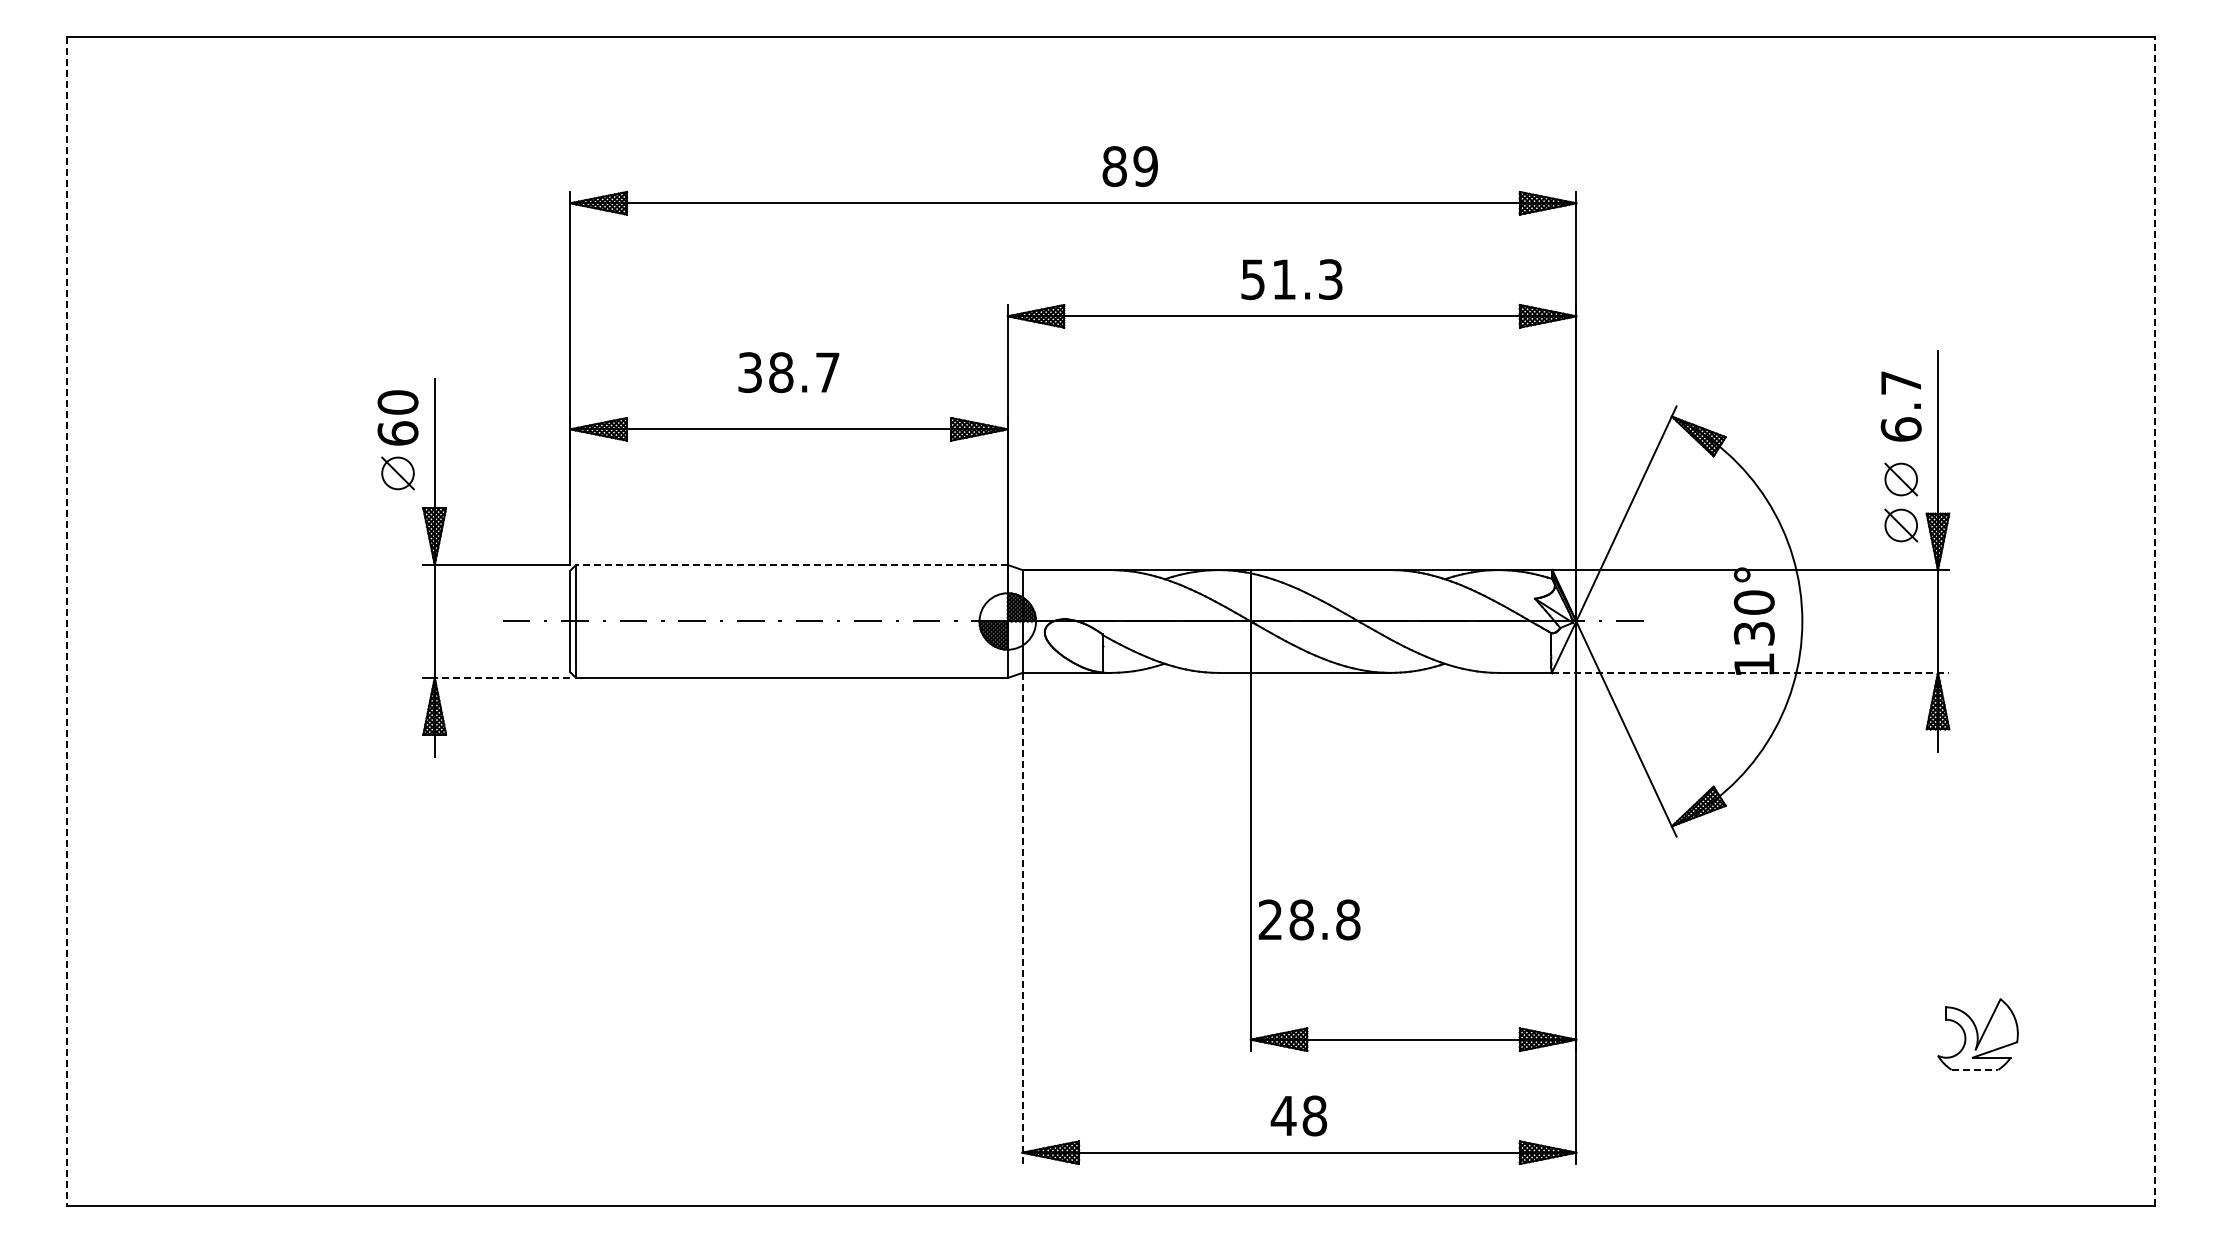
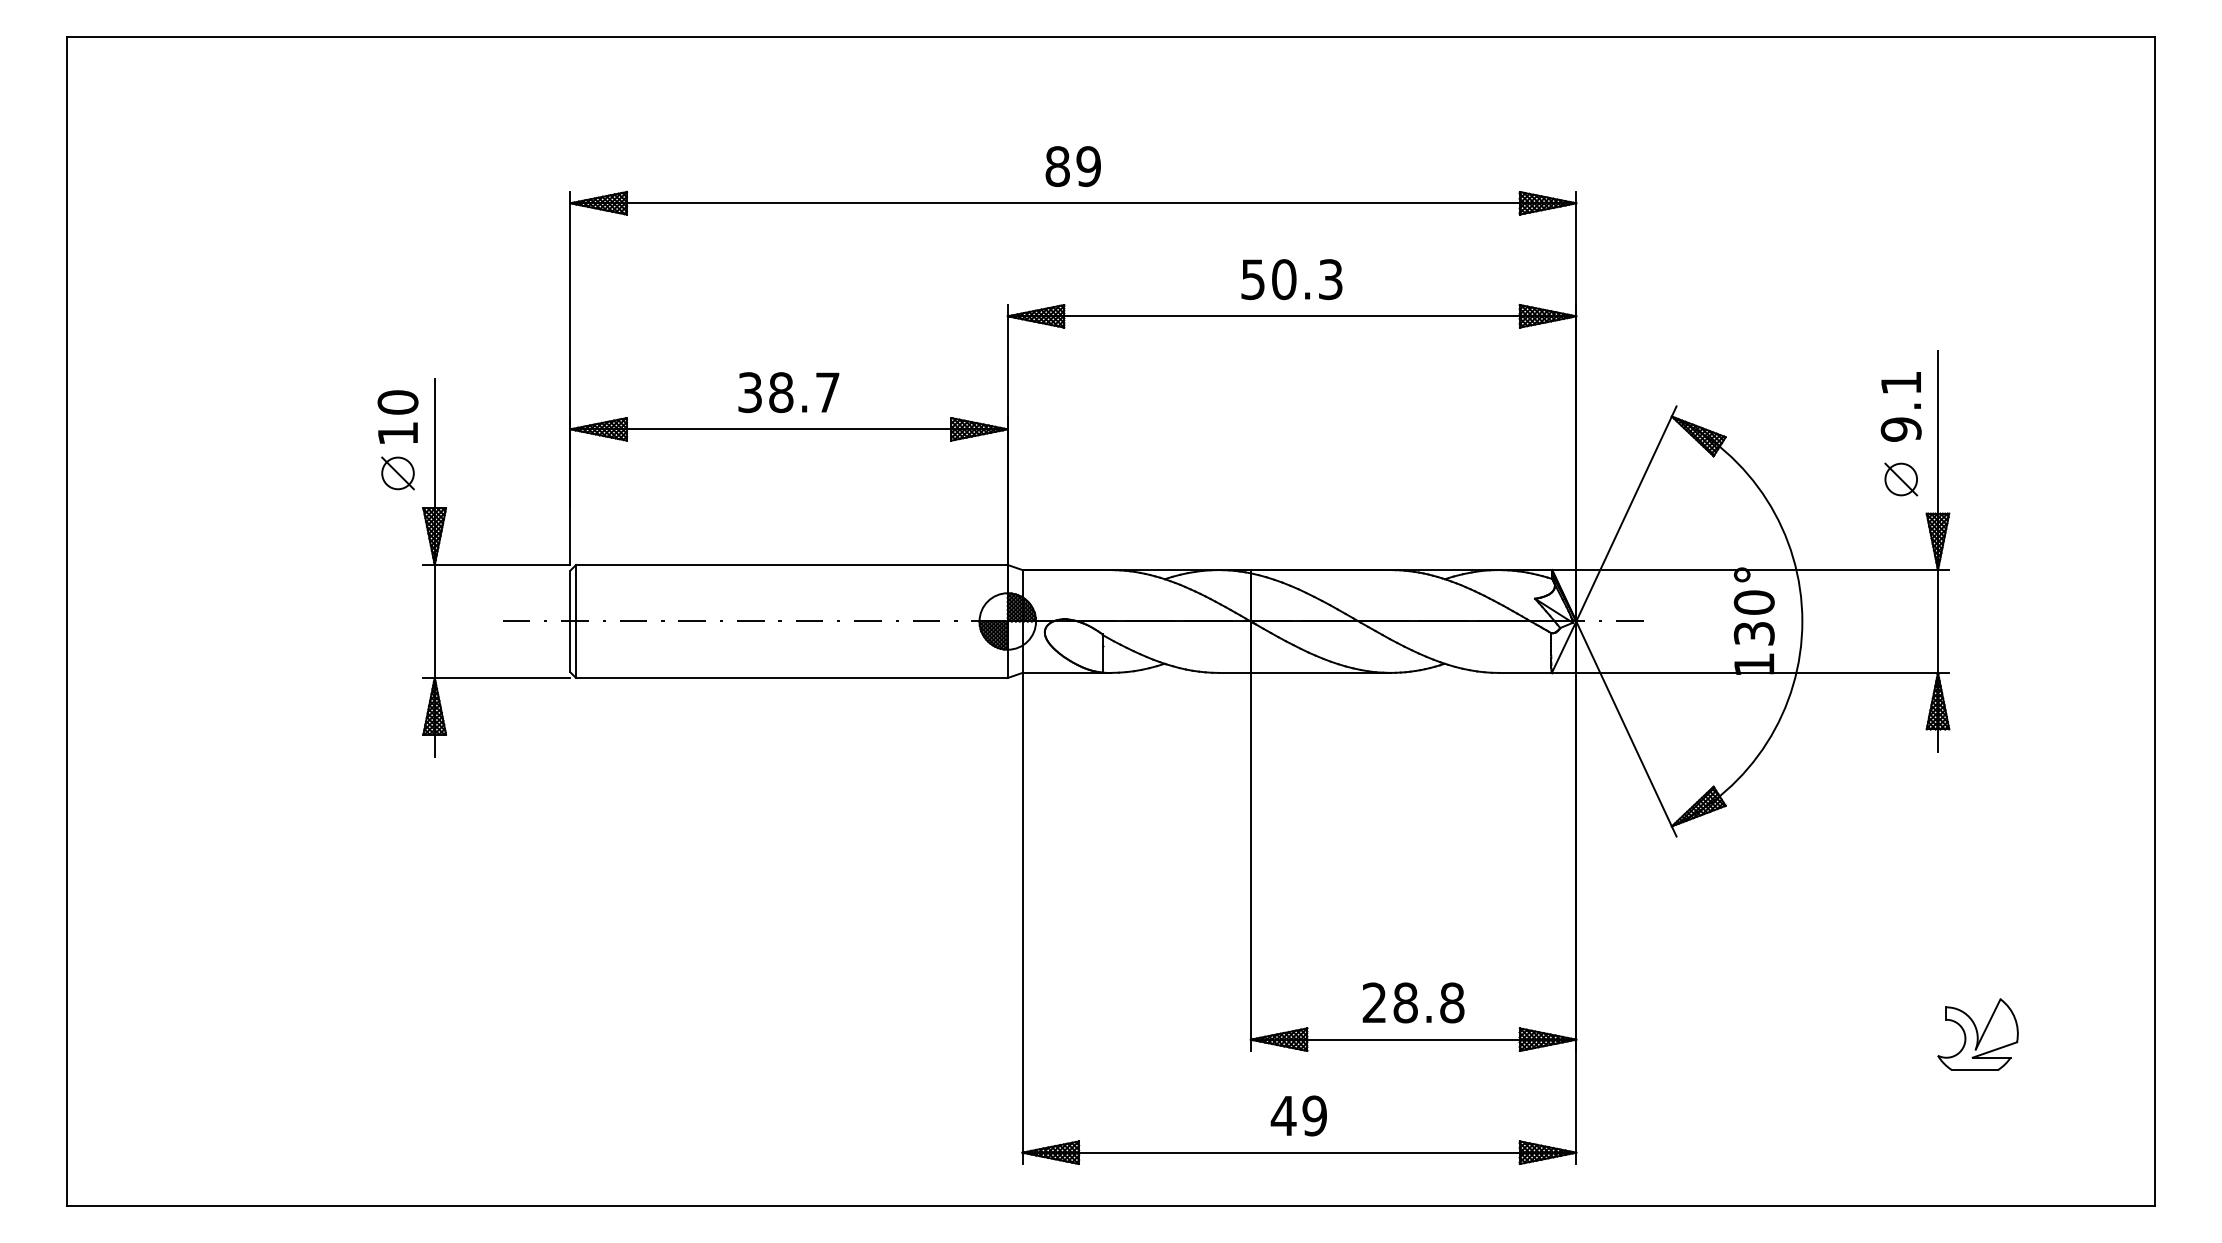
text at (1129, 166) position: (1129, 166) -> (1072, 166)
text at (1284, 279): 51.3 -> 50.3
text at (788, 372) position: (788, 372) -> (788, 392)
text at (1900, 406): 6.7 -> 9.1
text at (397, 433): 60 -> 10
part at (1901, 525): present -> none
line at (791, 564): dashed -> solid
line at (66, 621): dashed -> solid
line at (2155, 621): dashed -> solid
line at (1751, 672): dashed -> solid
line at (502, 678): dashed -> solid
line at (1022, 918): dashed -> solid
text at (1309, 919) position: (1309, 919) -> (1413, 1002)
line at (1975, 1069): dashed -> solid
text at (1314, 1115): 48 -> 49
